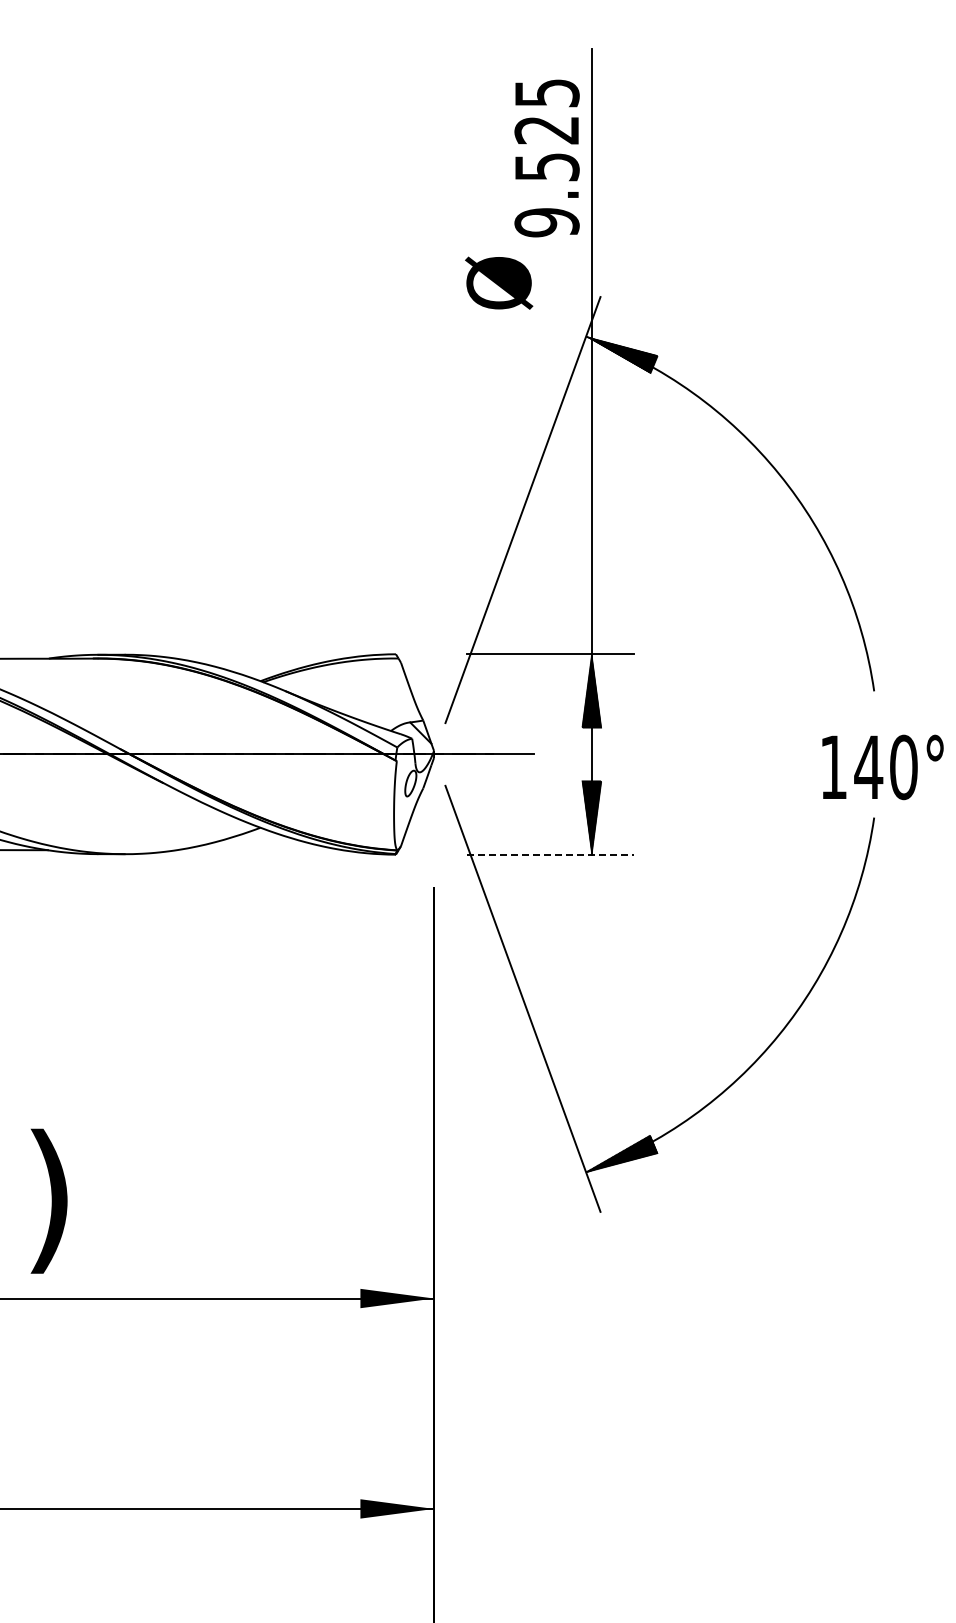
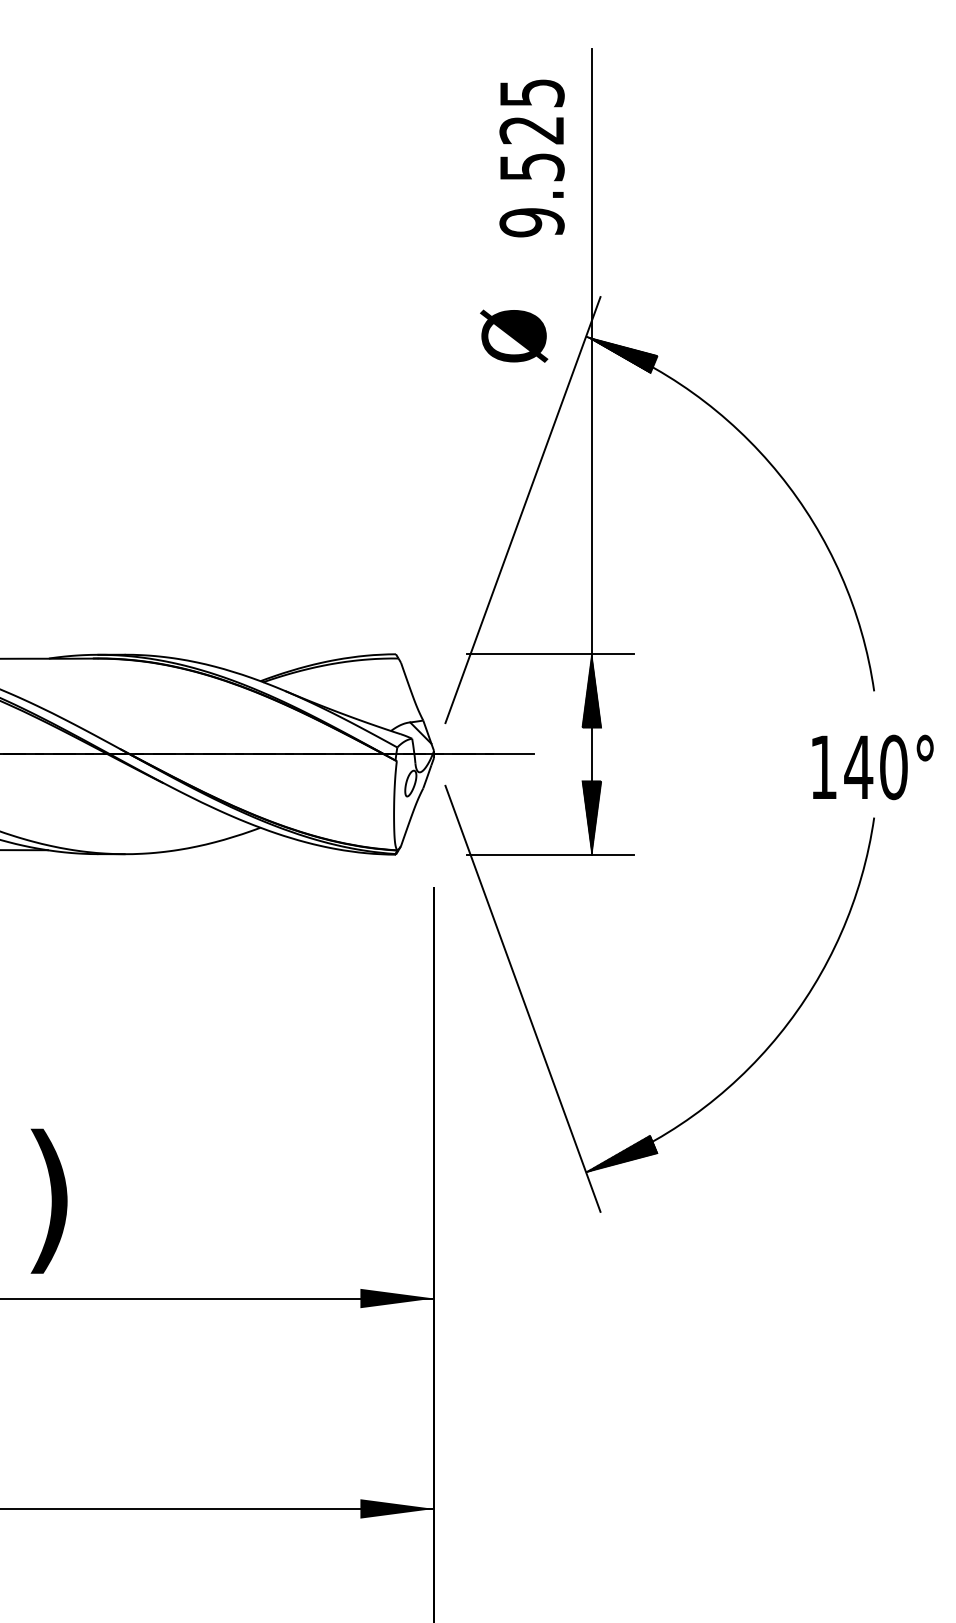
text at (546, 158) position: (546, 158) -> (531, 158)
text at (499, 282) position: (499, 282) -> (514, 335)
text at (882, 767) position: (882, 767) -> (872, 767)
line at (551, 854): dashed -> solid
